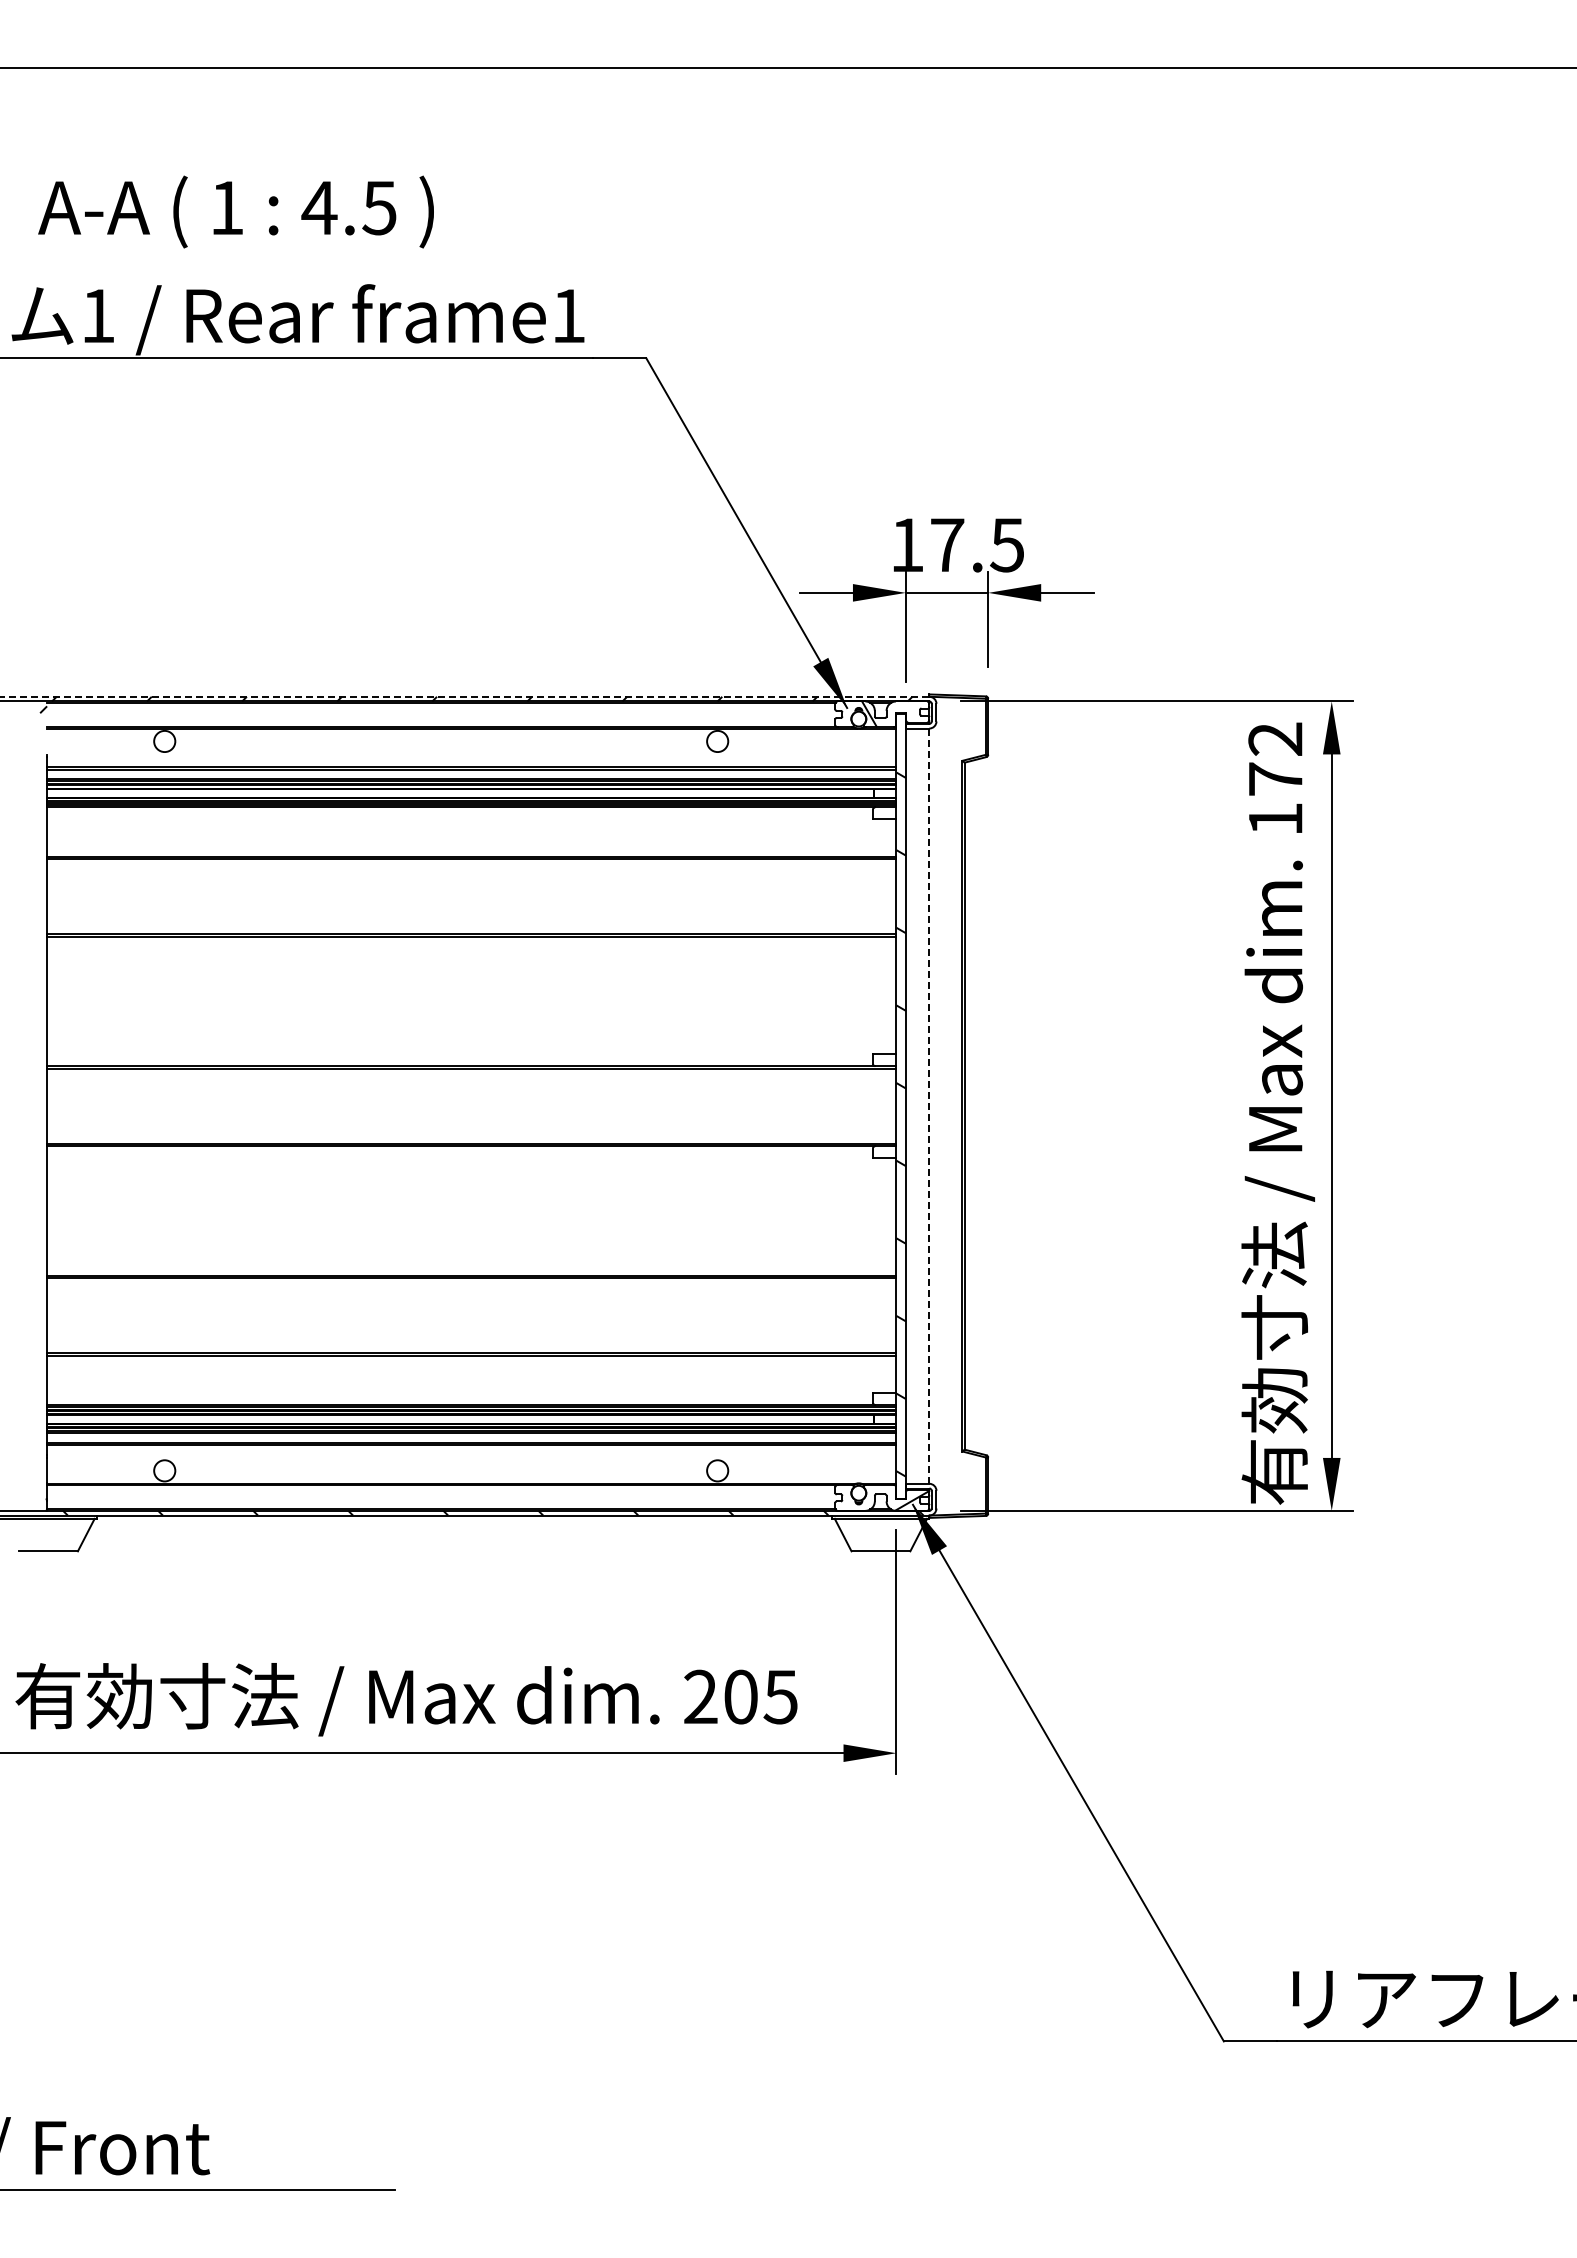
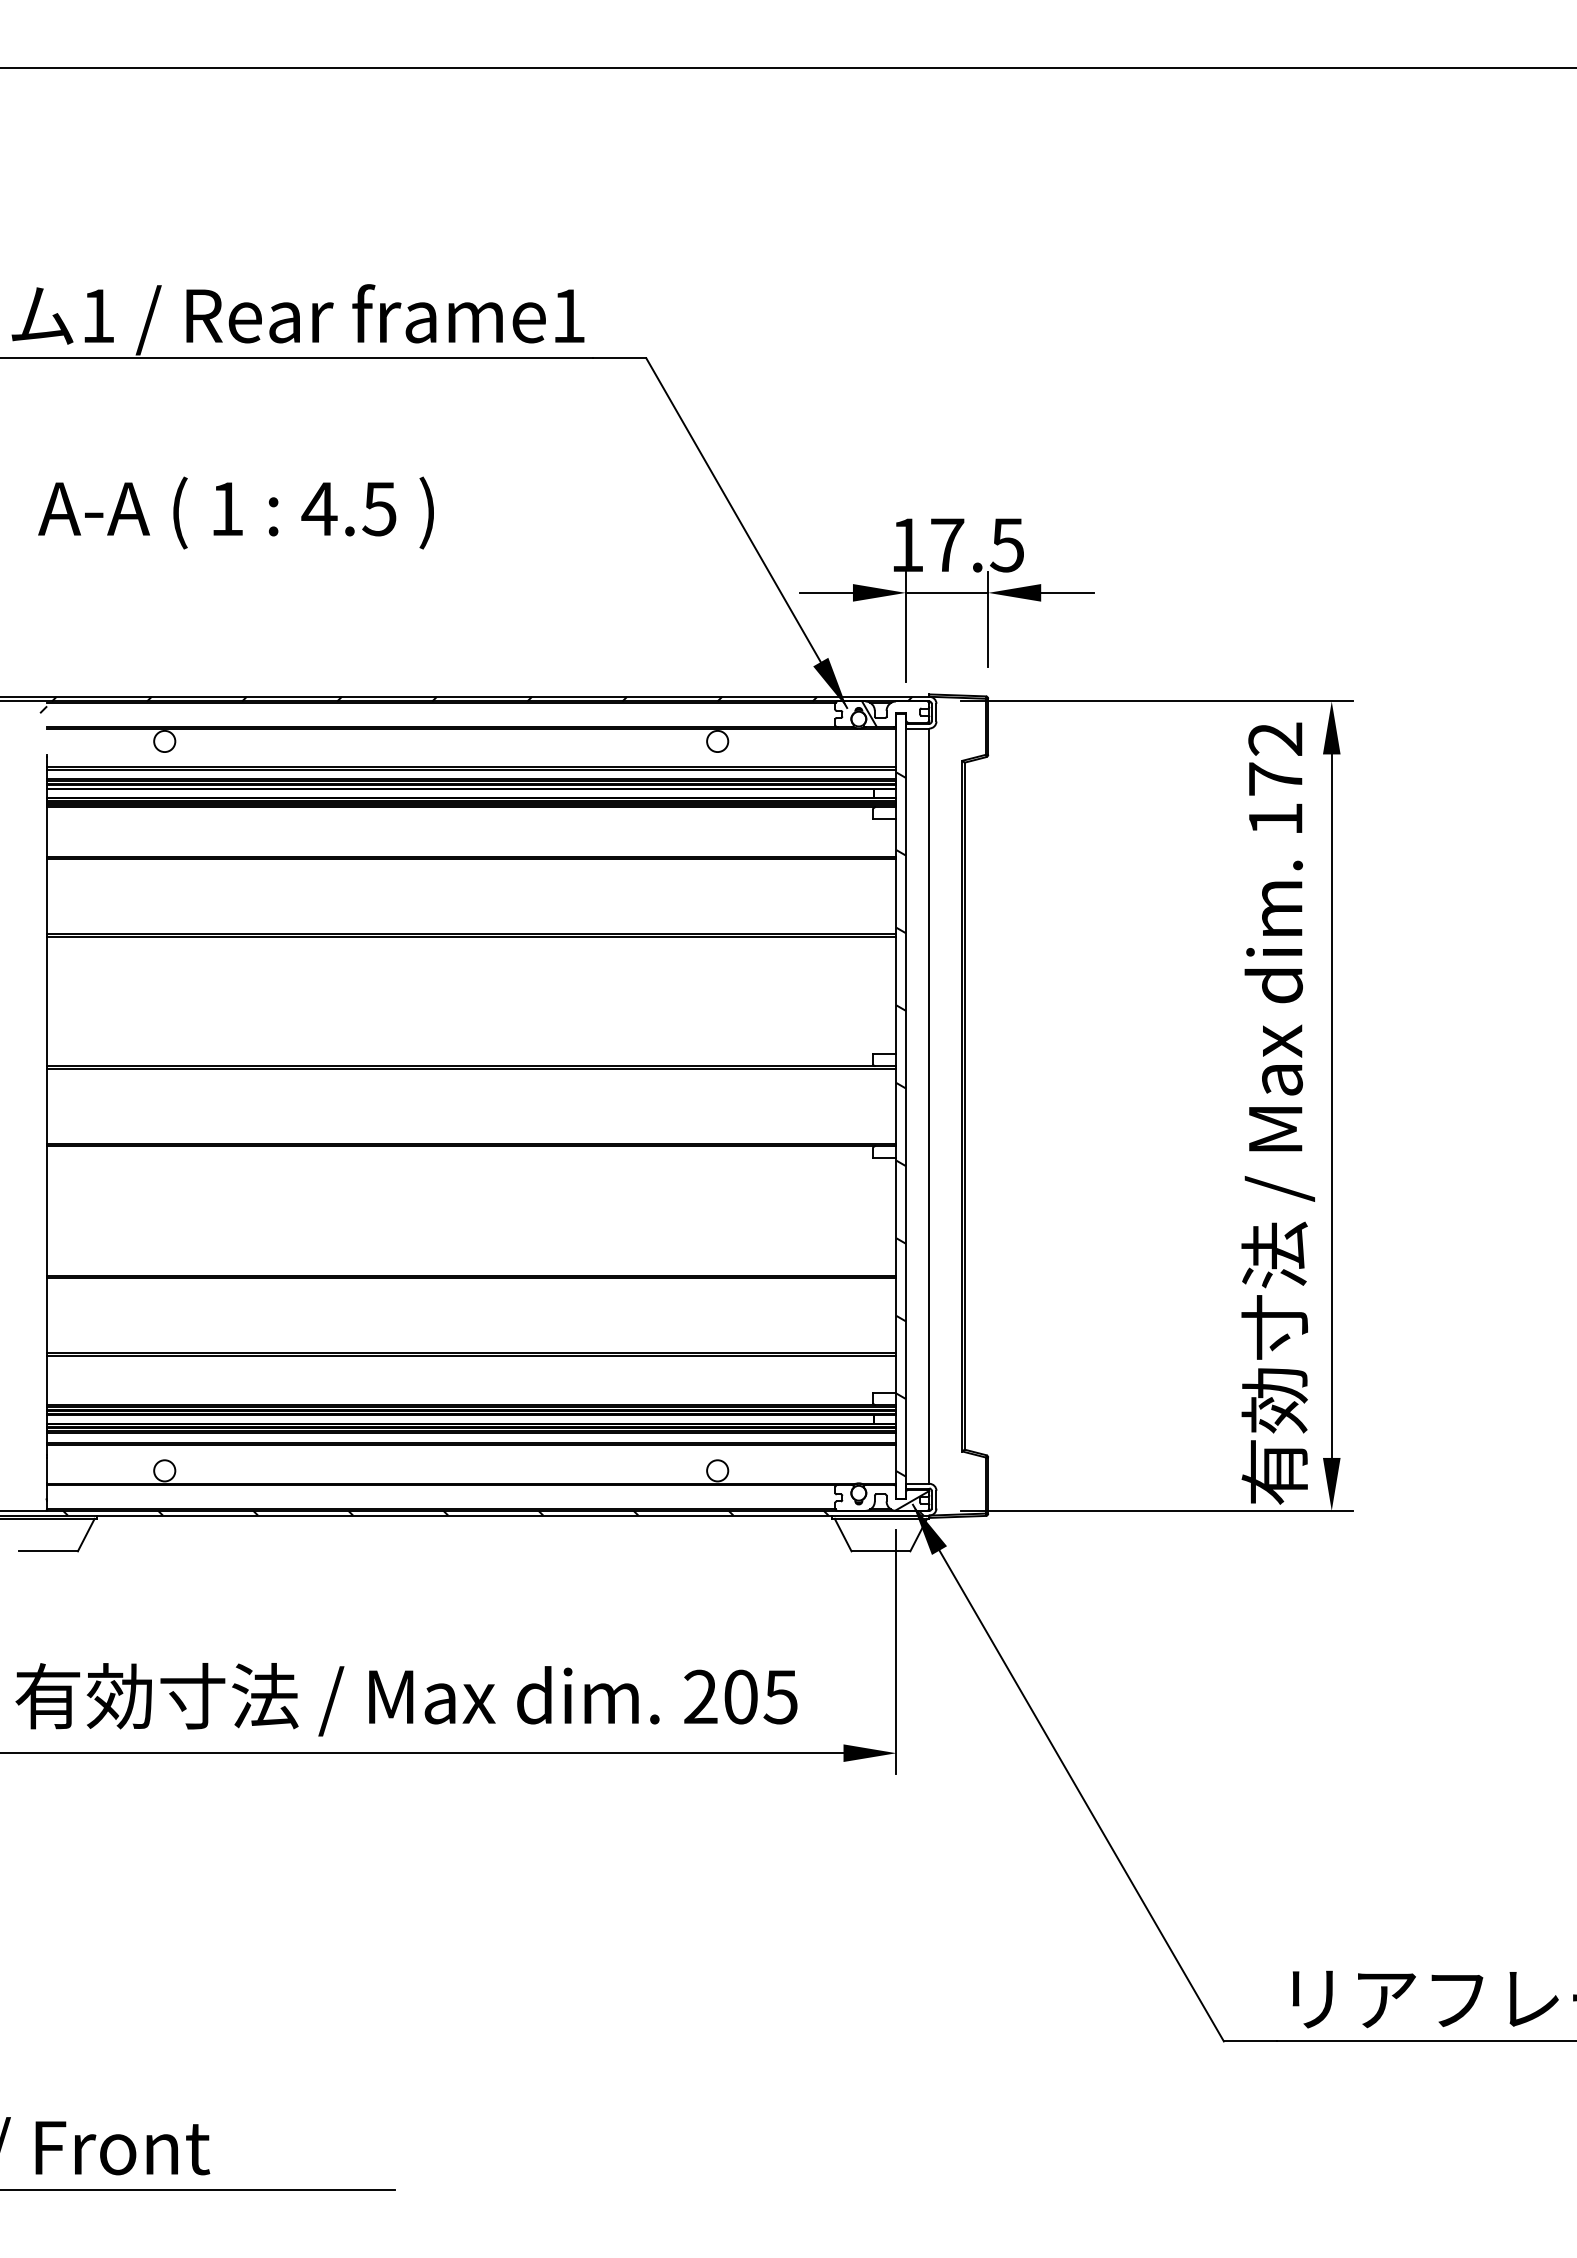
text at (235, 211) position: (235, 211) -> (235, 512)
line at (464, 696): dashed -> solid
line at (929, 1106): dashed -> solid
